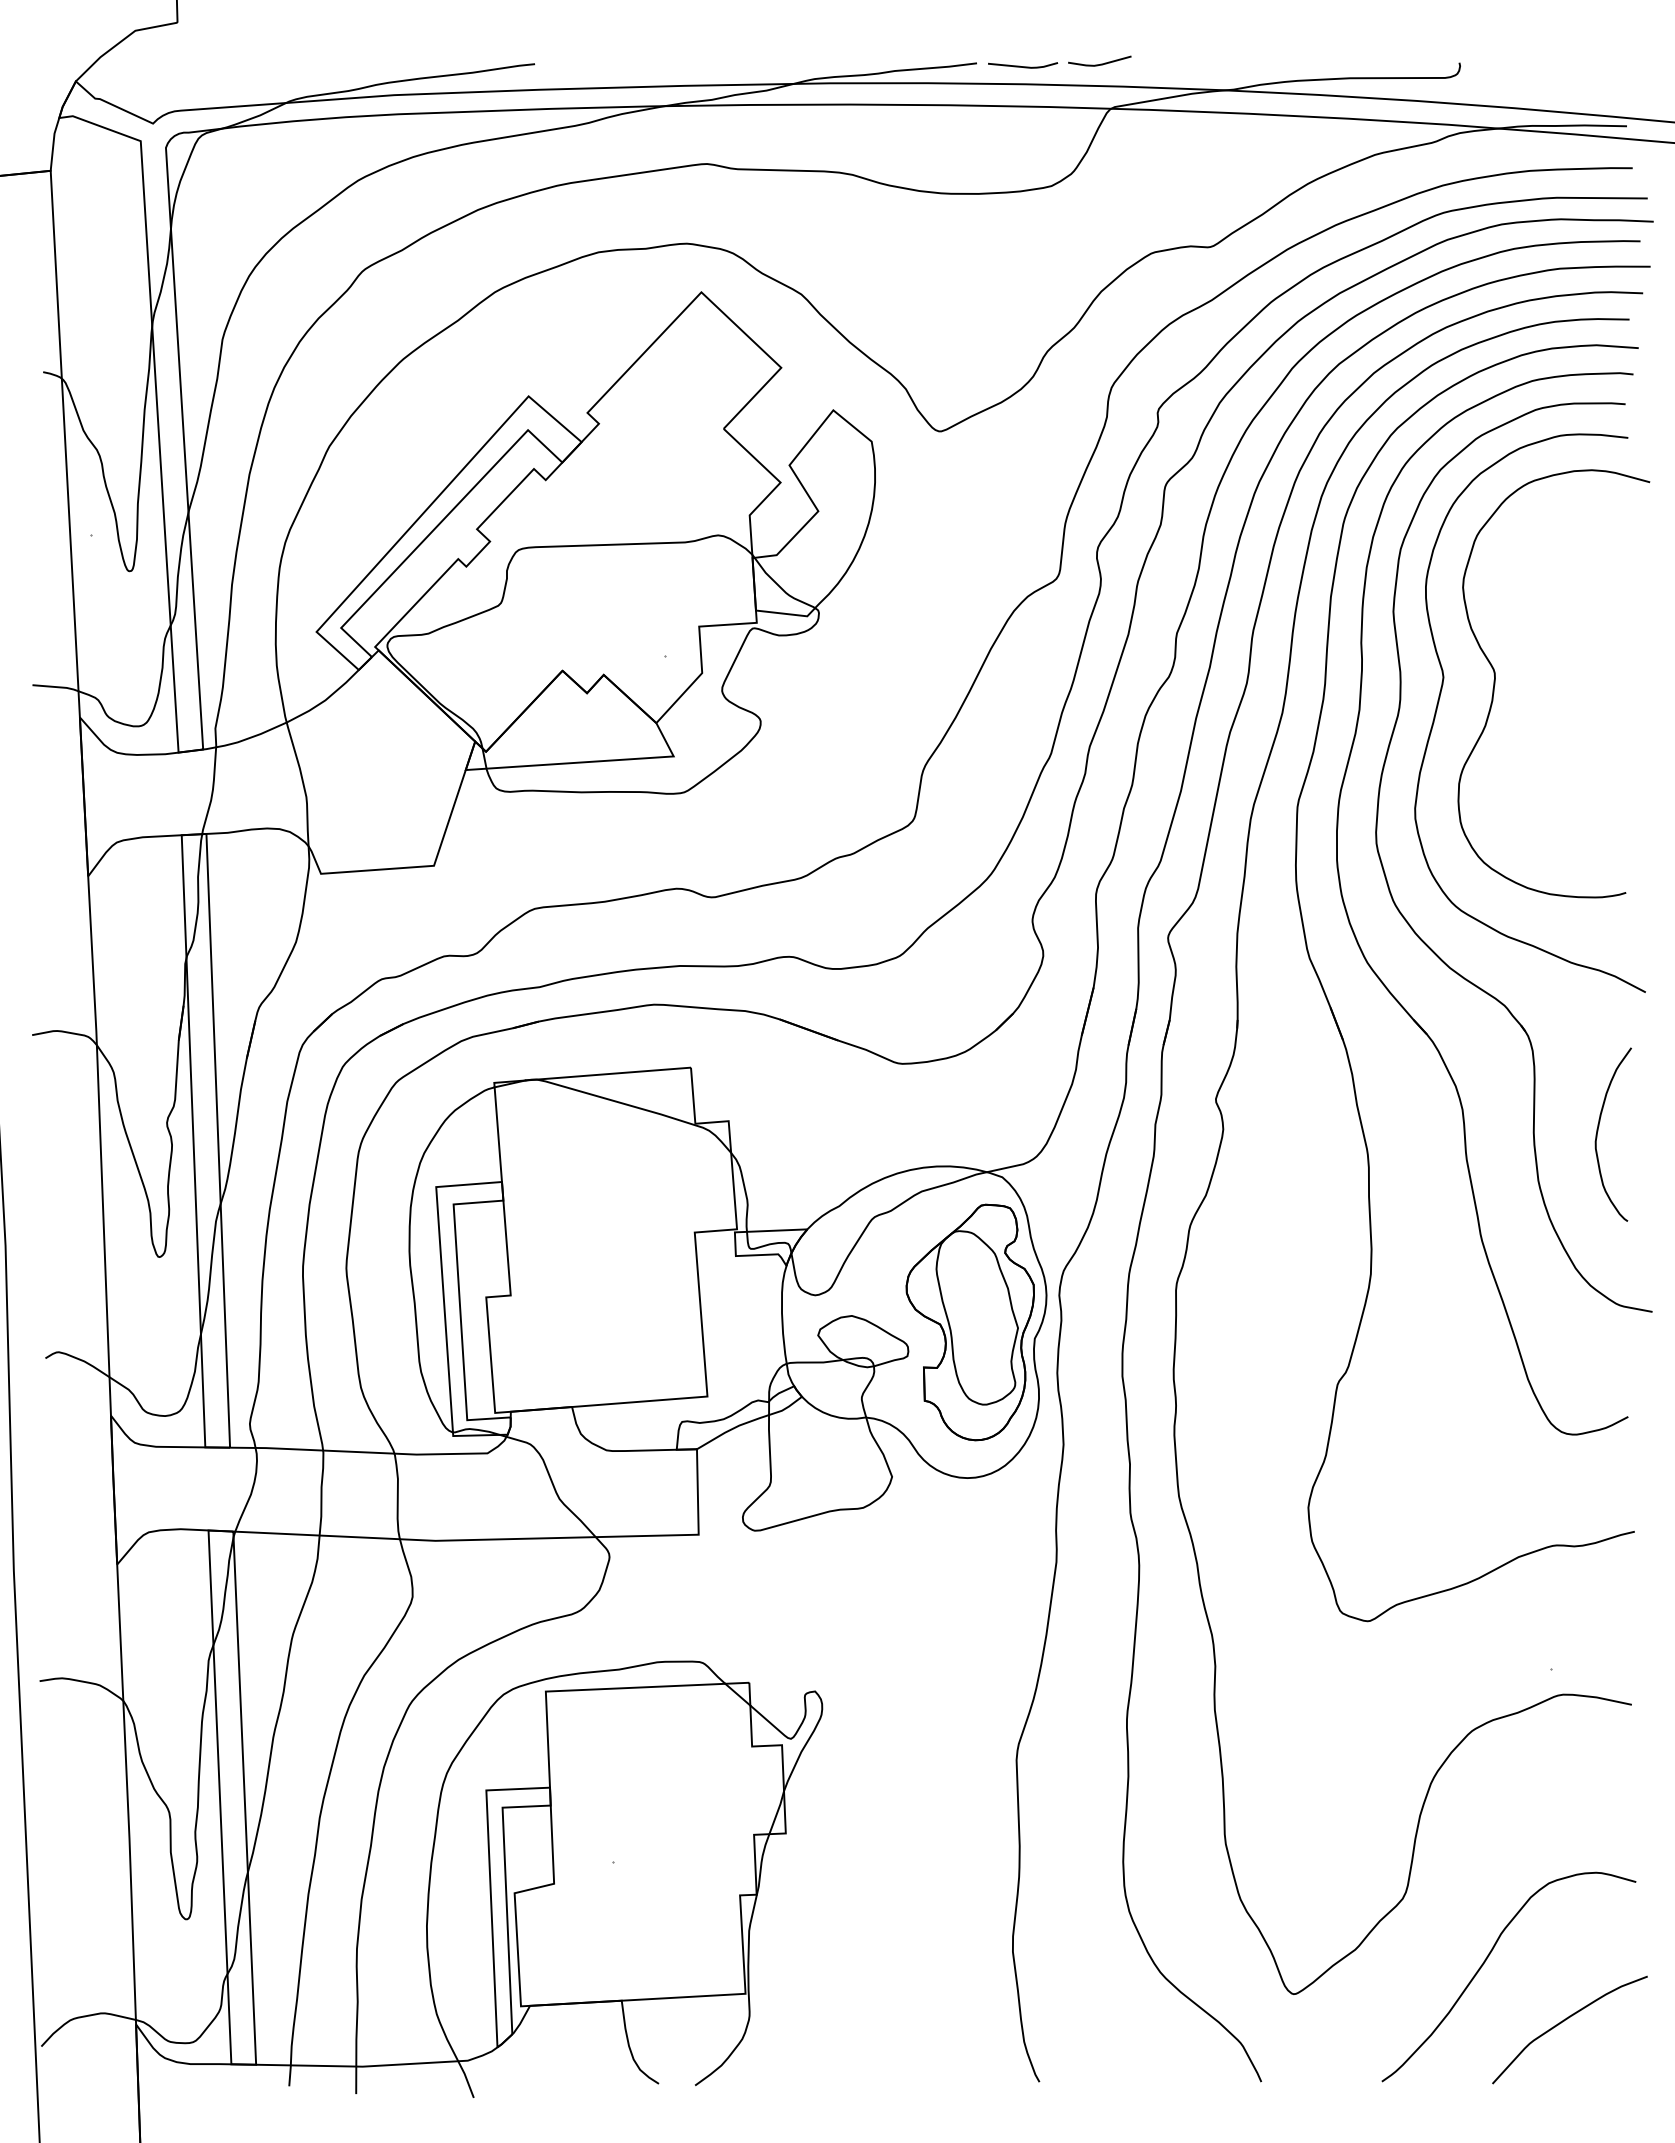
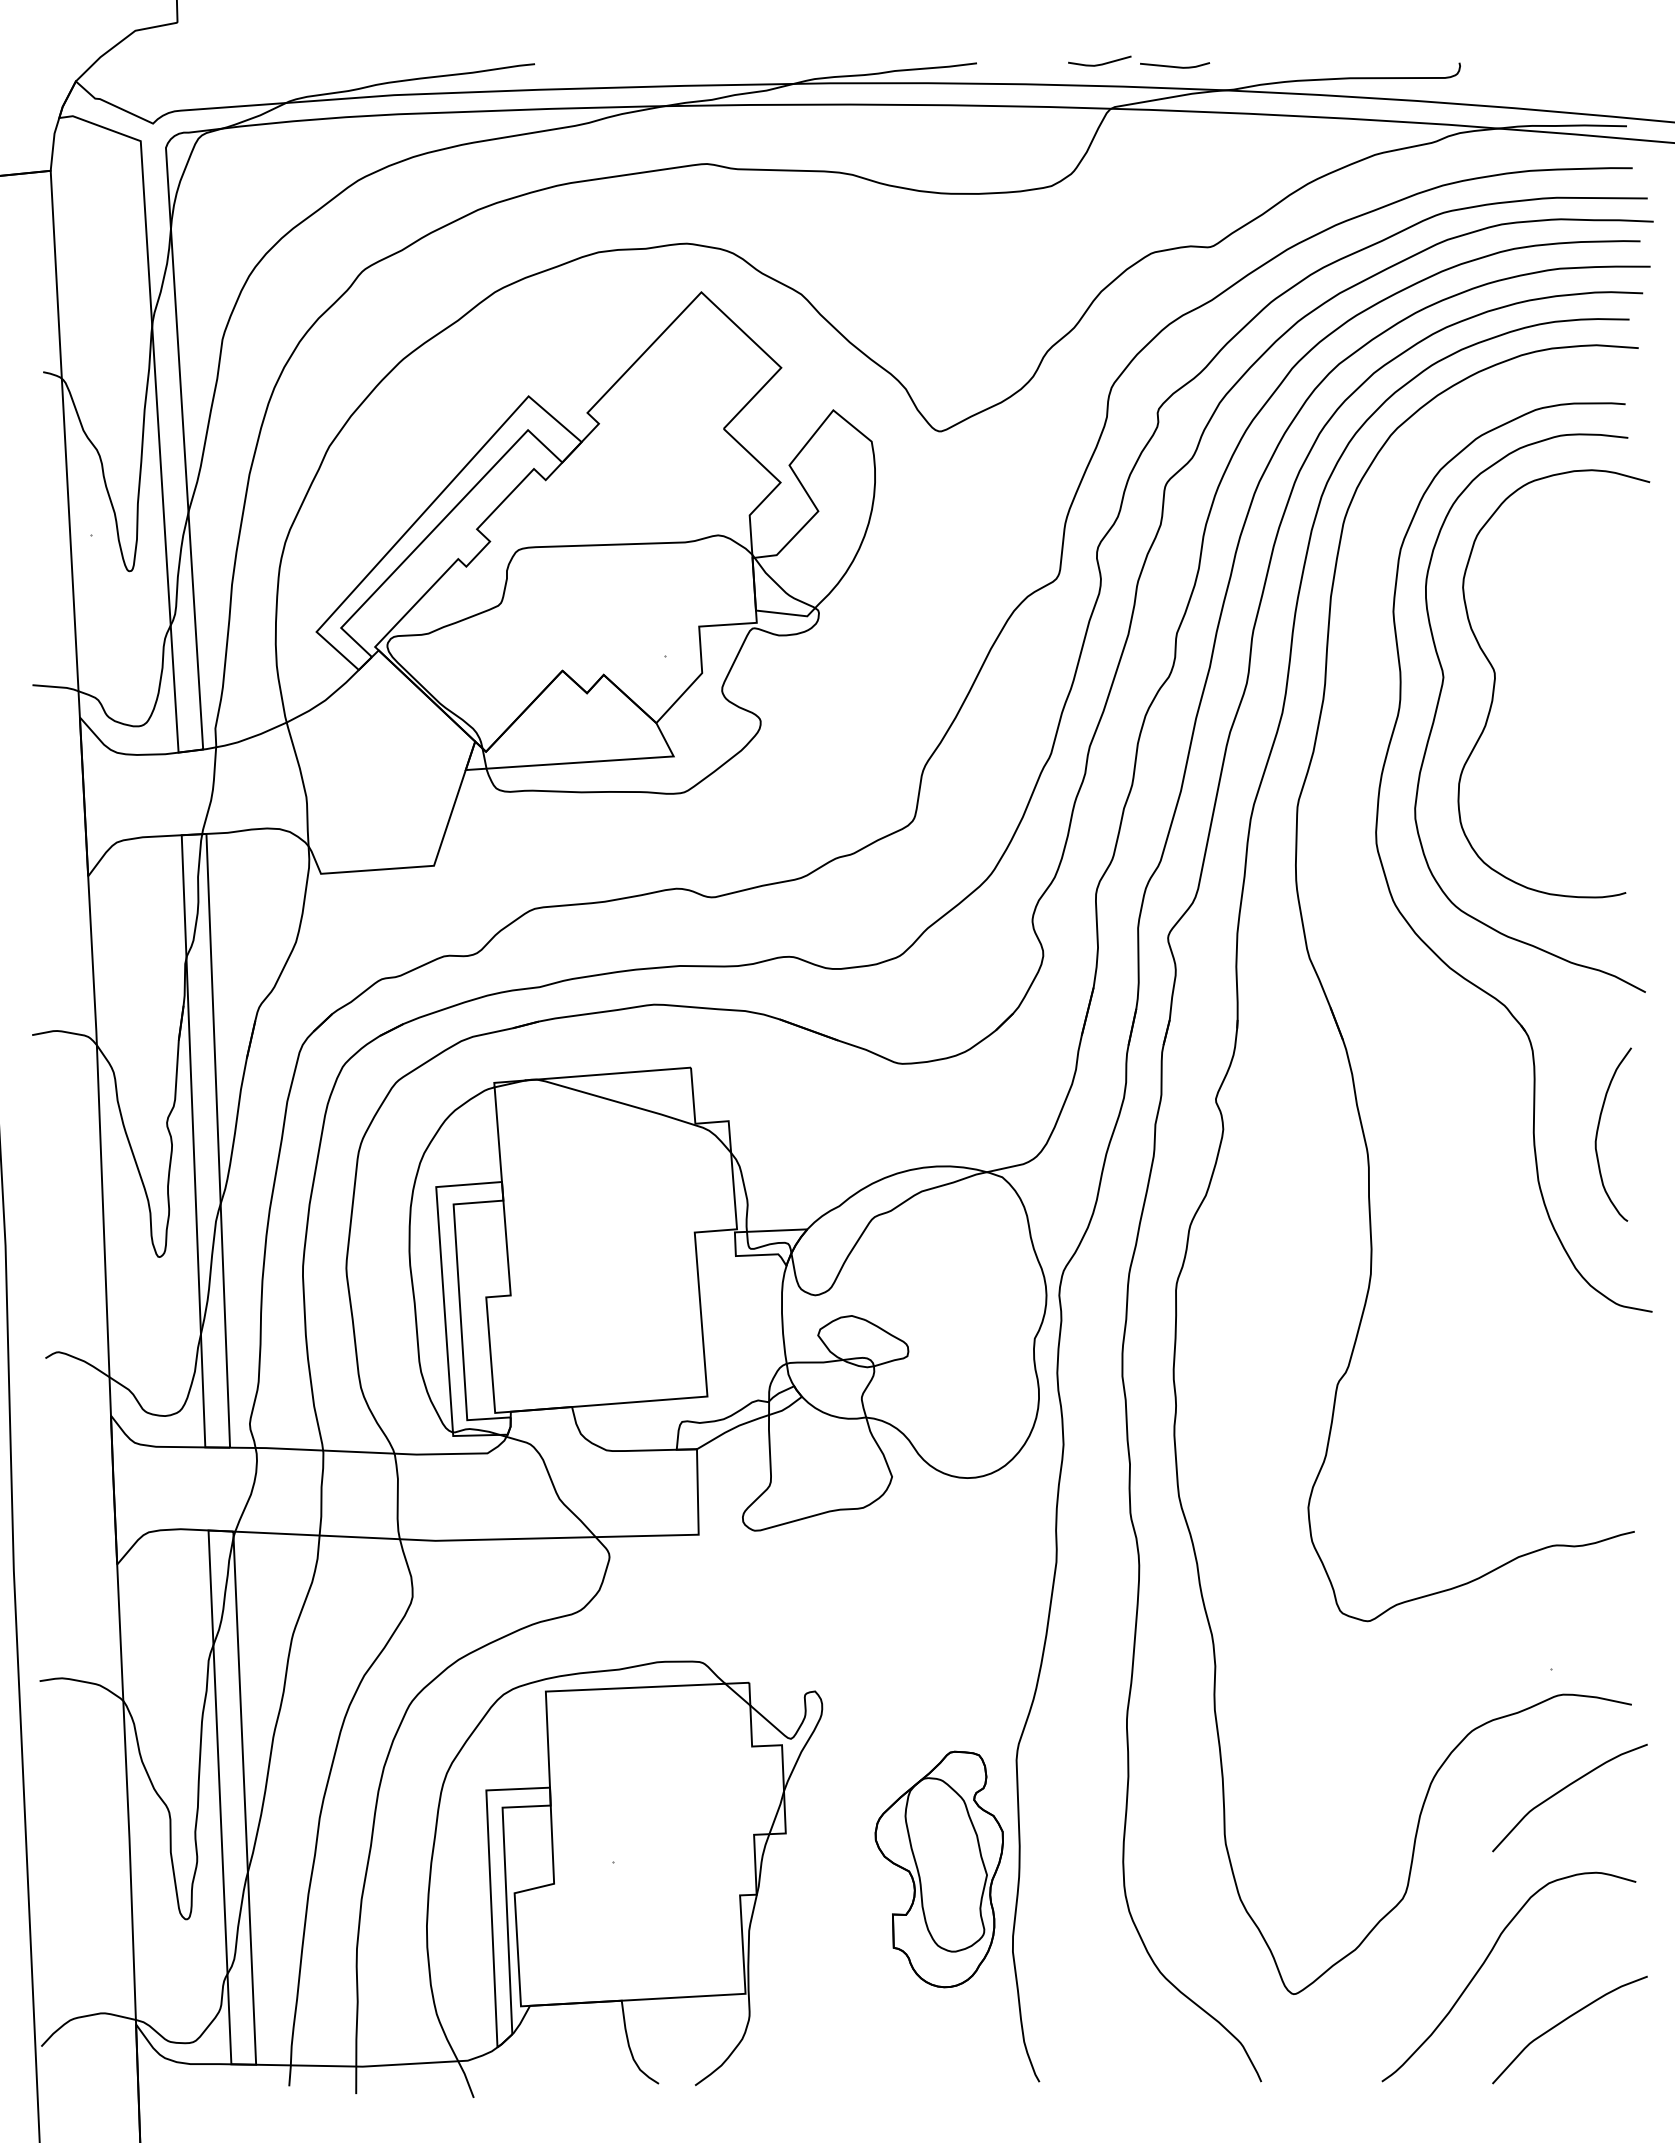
line at (1023, 66) position: (1023, 66) -> (1175, 66)
part at (1381, 979): present -> none
part at (969, 1322) position: (969, 1322) -> (938, 1869)
curve at (1564, 1789): none -> present
